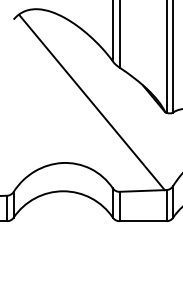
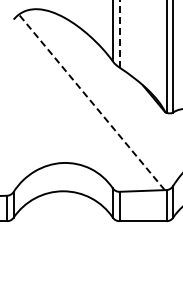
line at (119, 33): solid -> dashed
line at (92, 102): solid -> dashed
